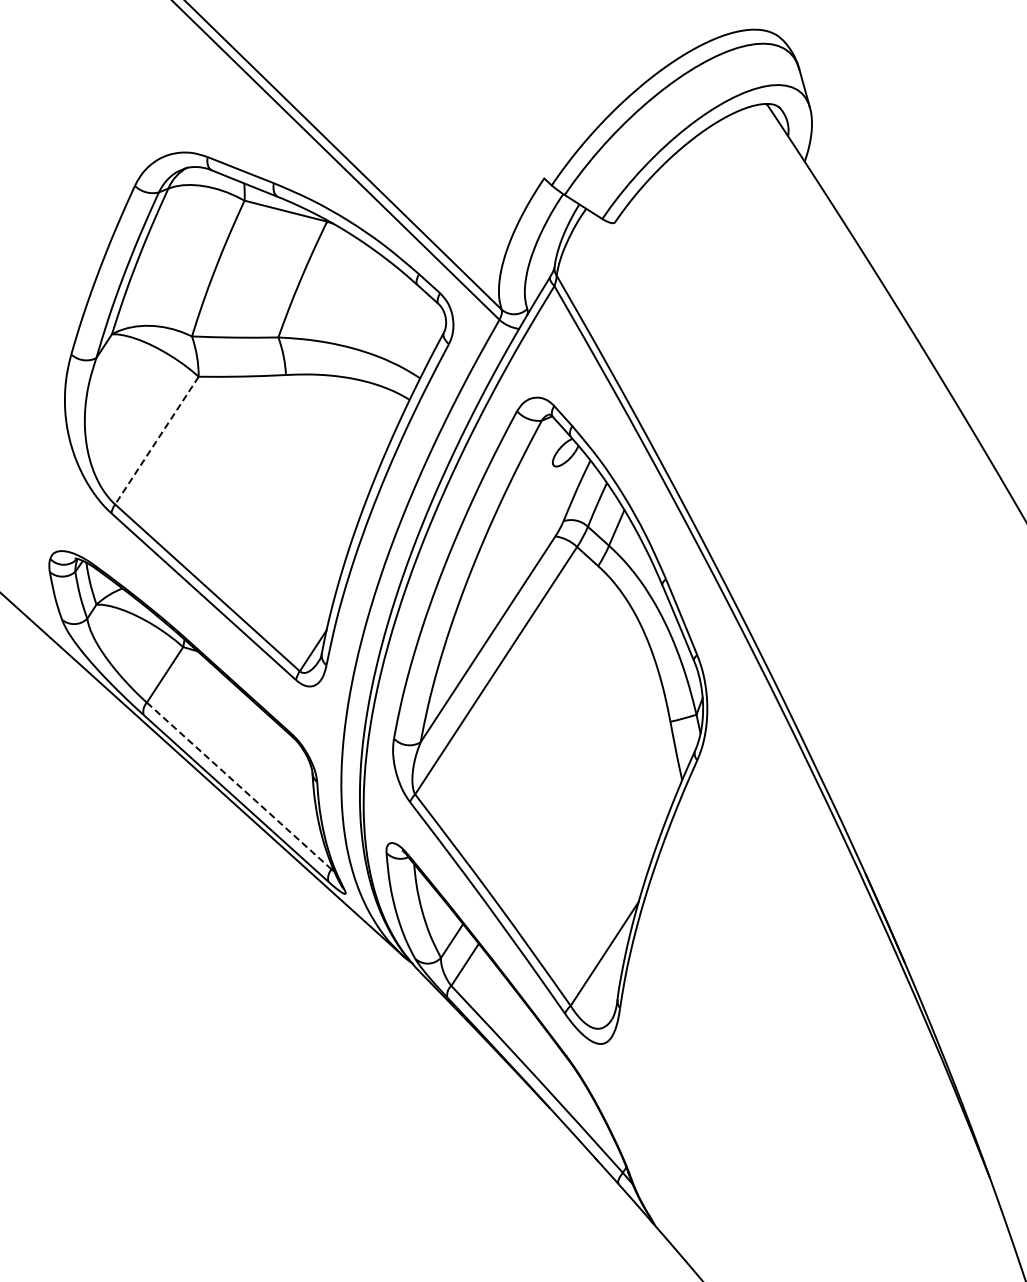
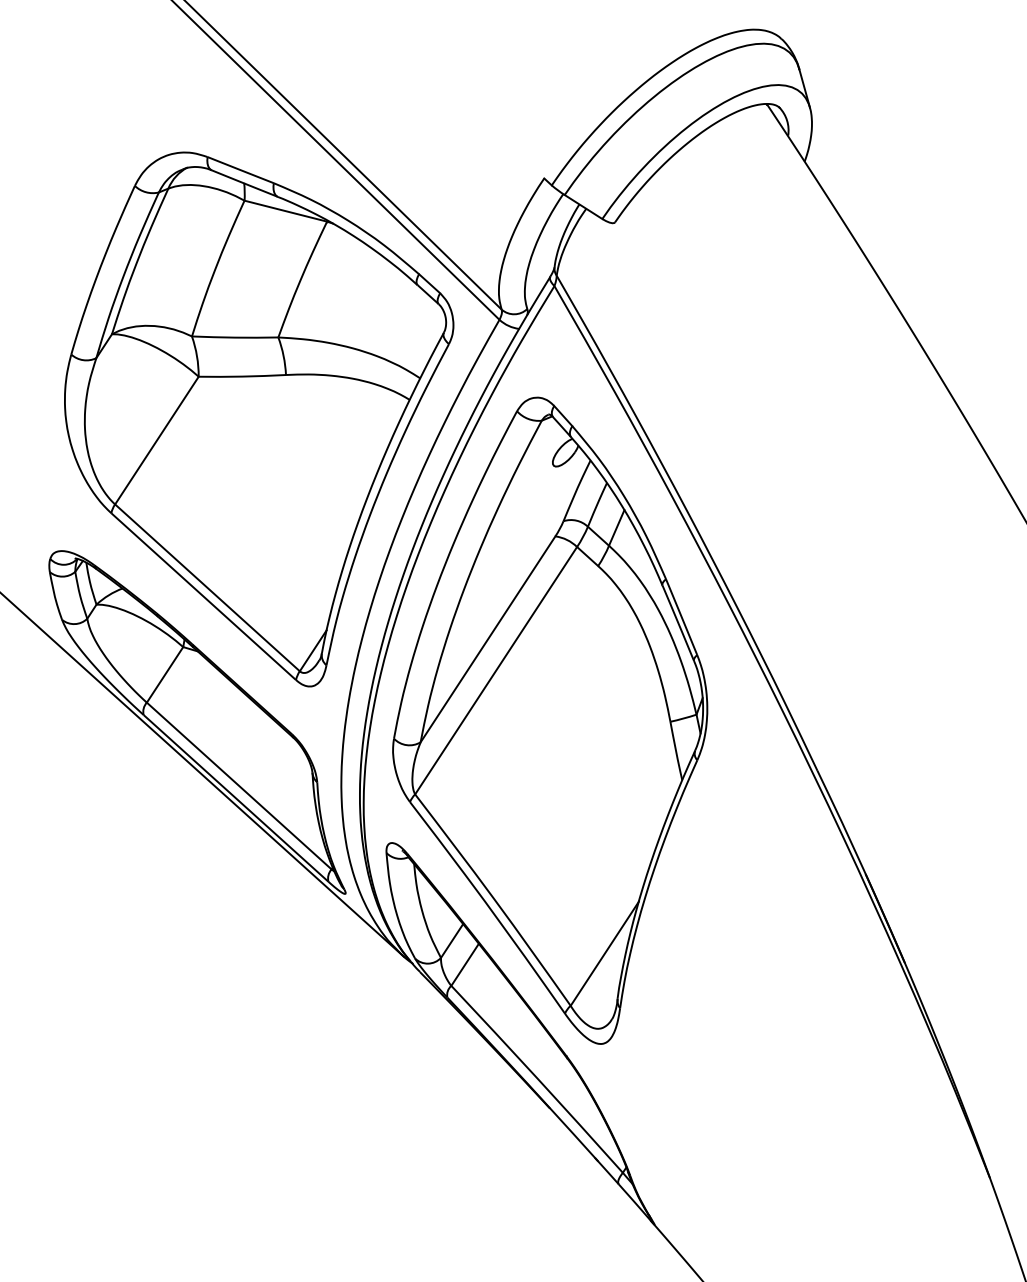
line at (156, 441): dashed -> solid
line at (239, 786): dashed -> solid
